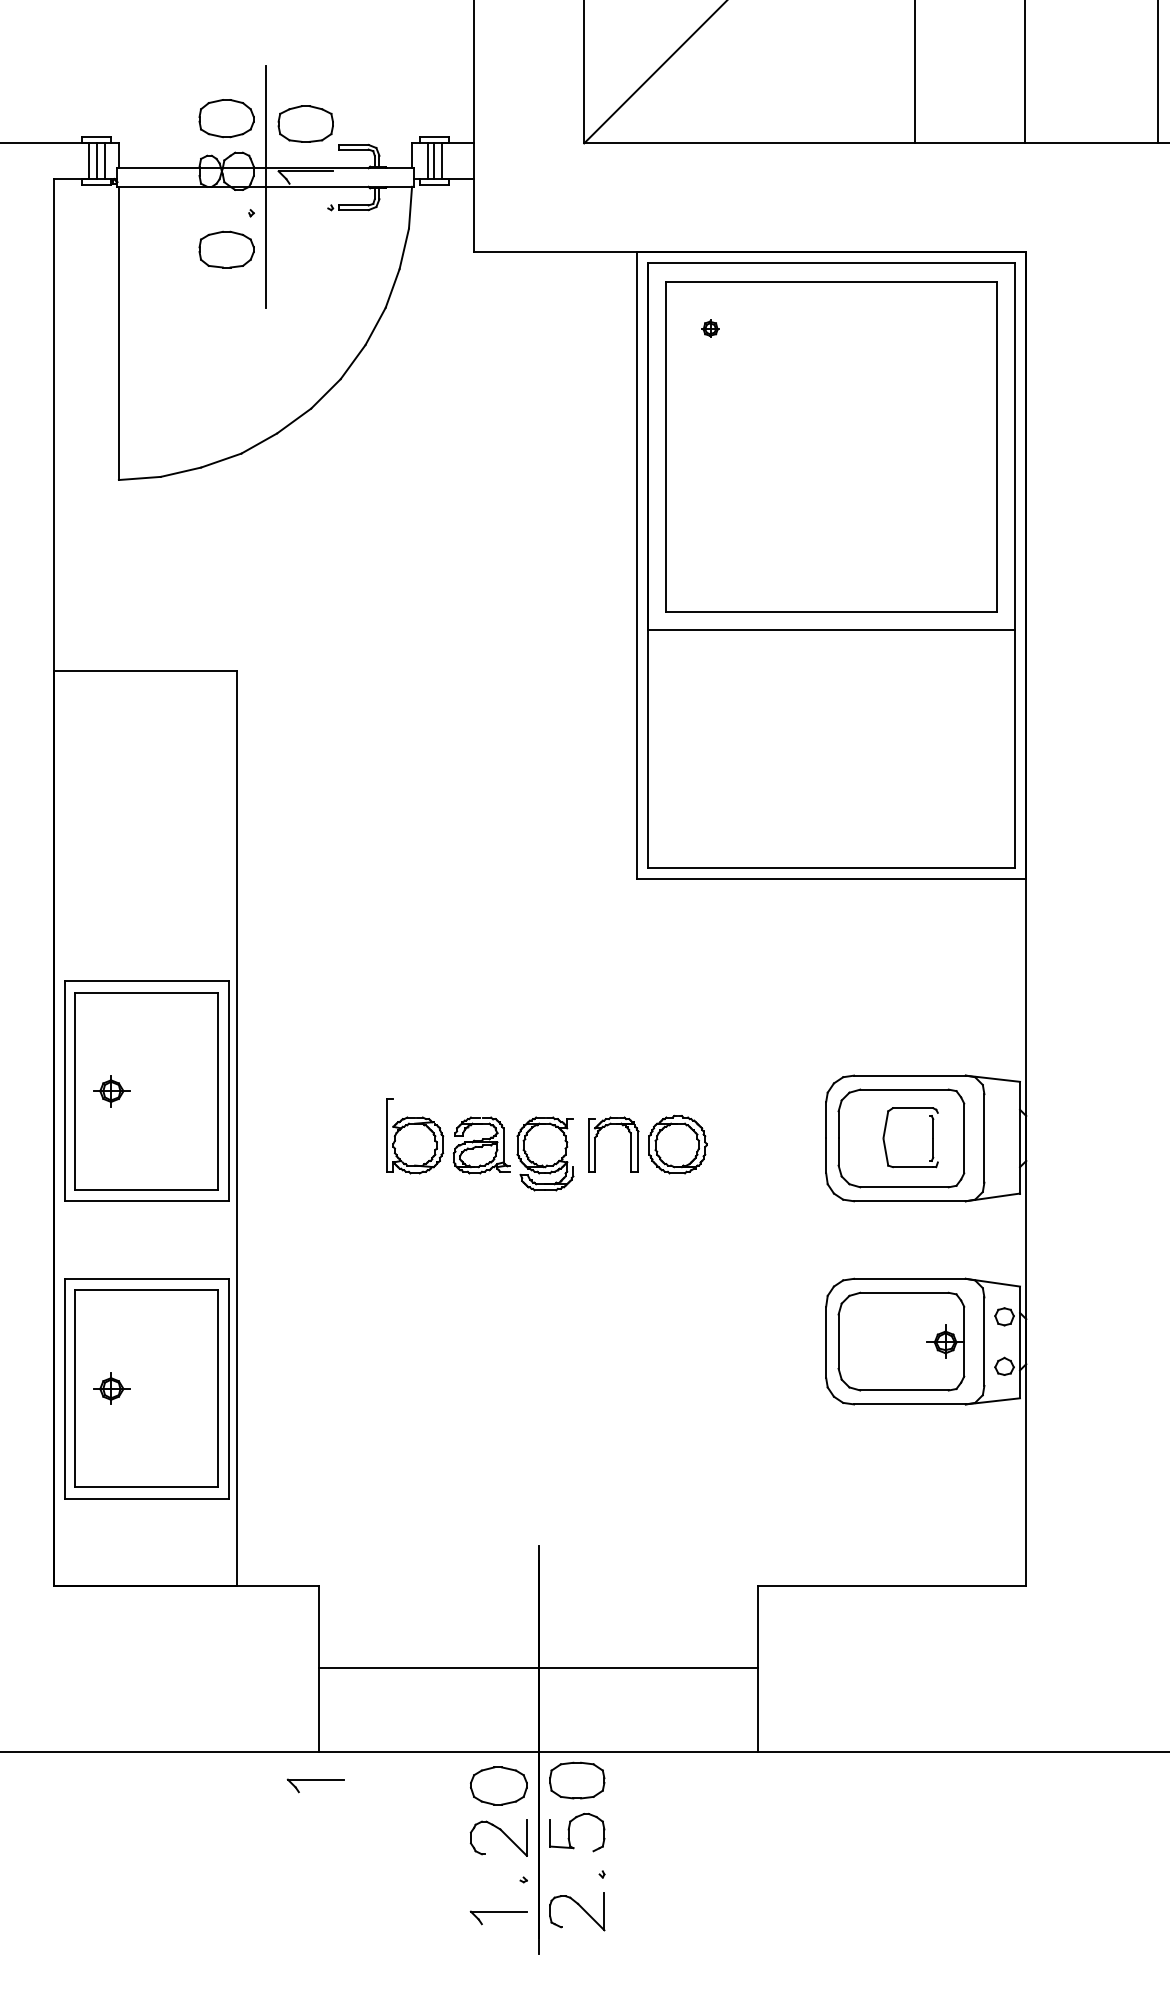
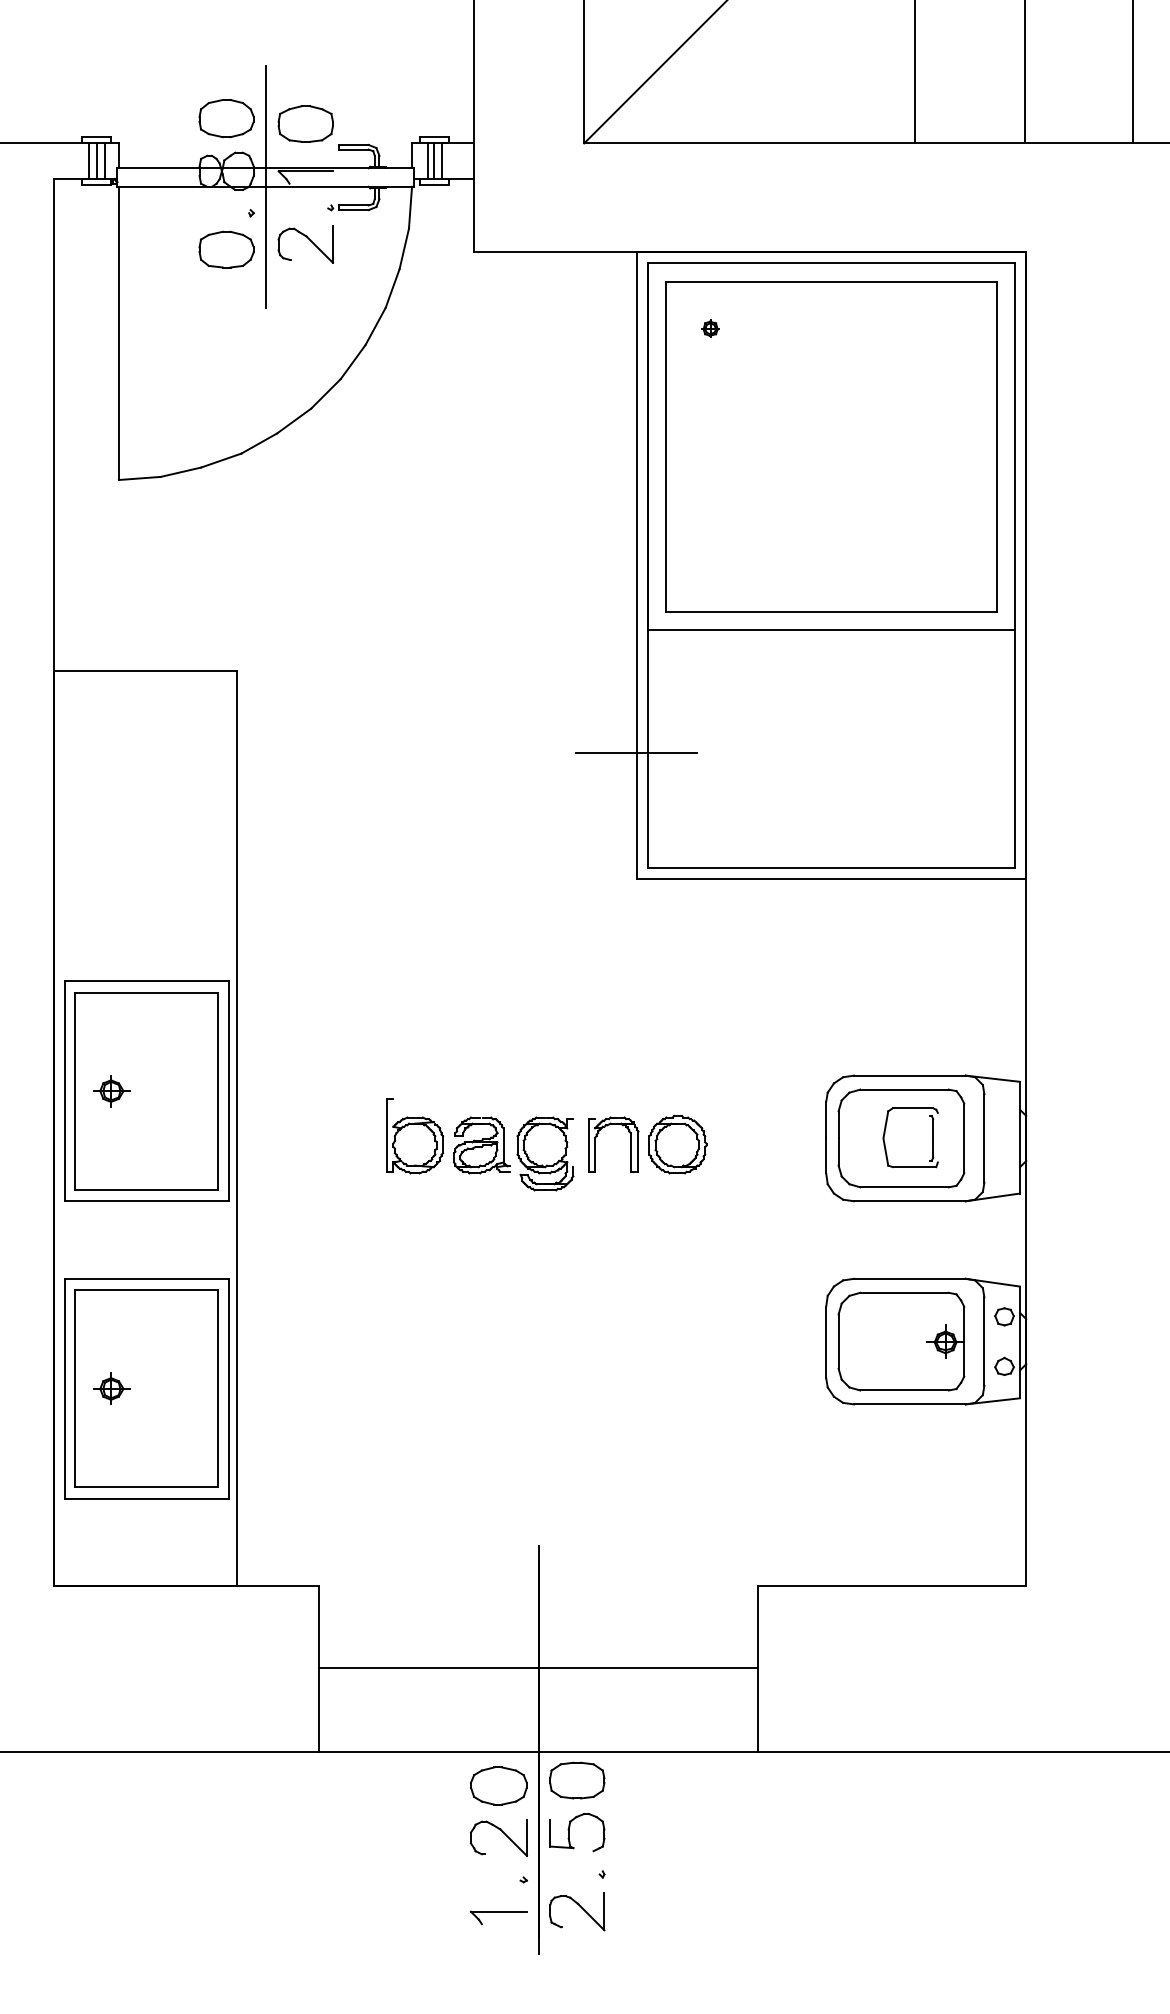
line at (1158, 72) position: (1158, 72) -> (1133, 72)
part at (305, 244): none -> present
line at (636, 752): none -> present
part at (315, 1785): present -> none
